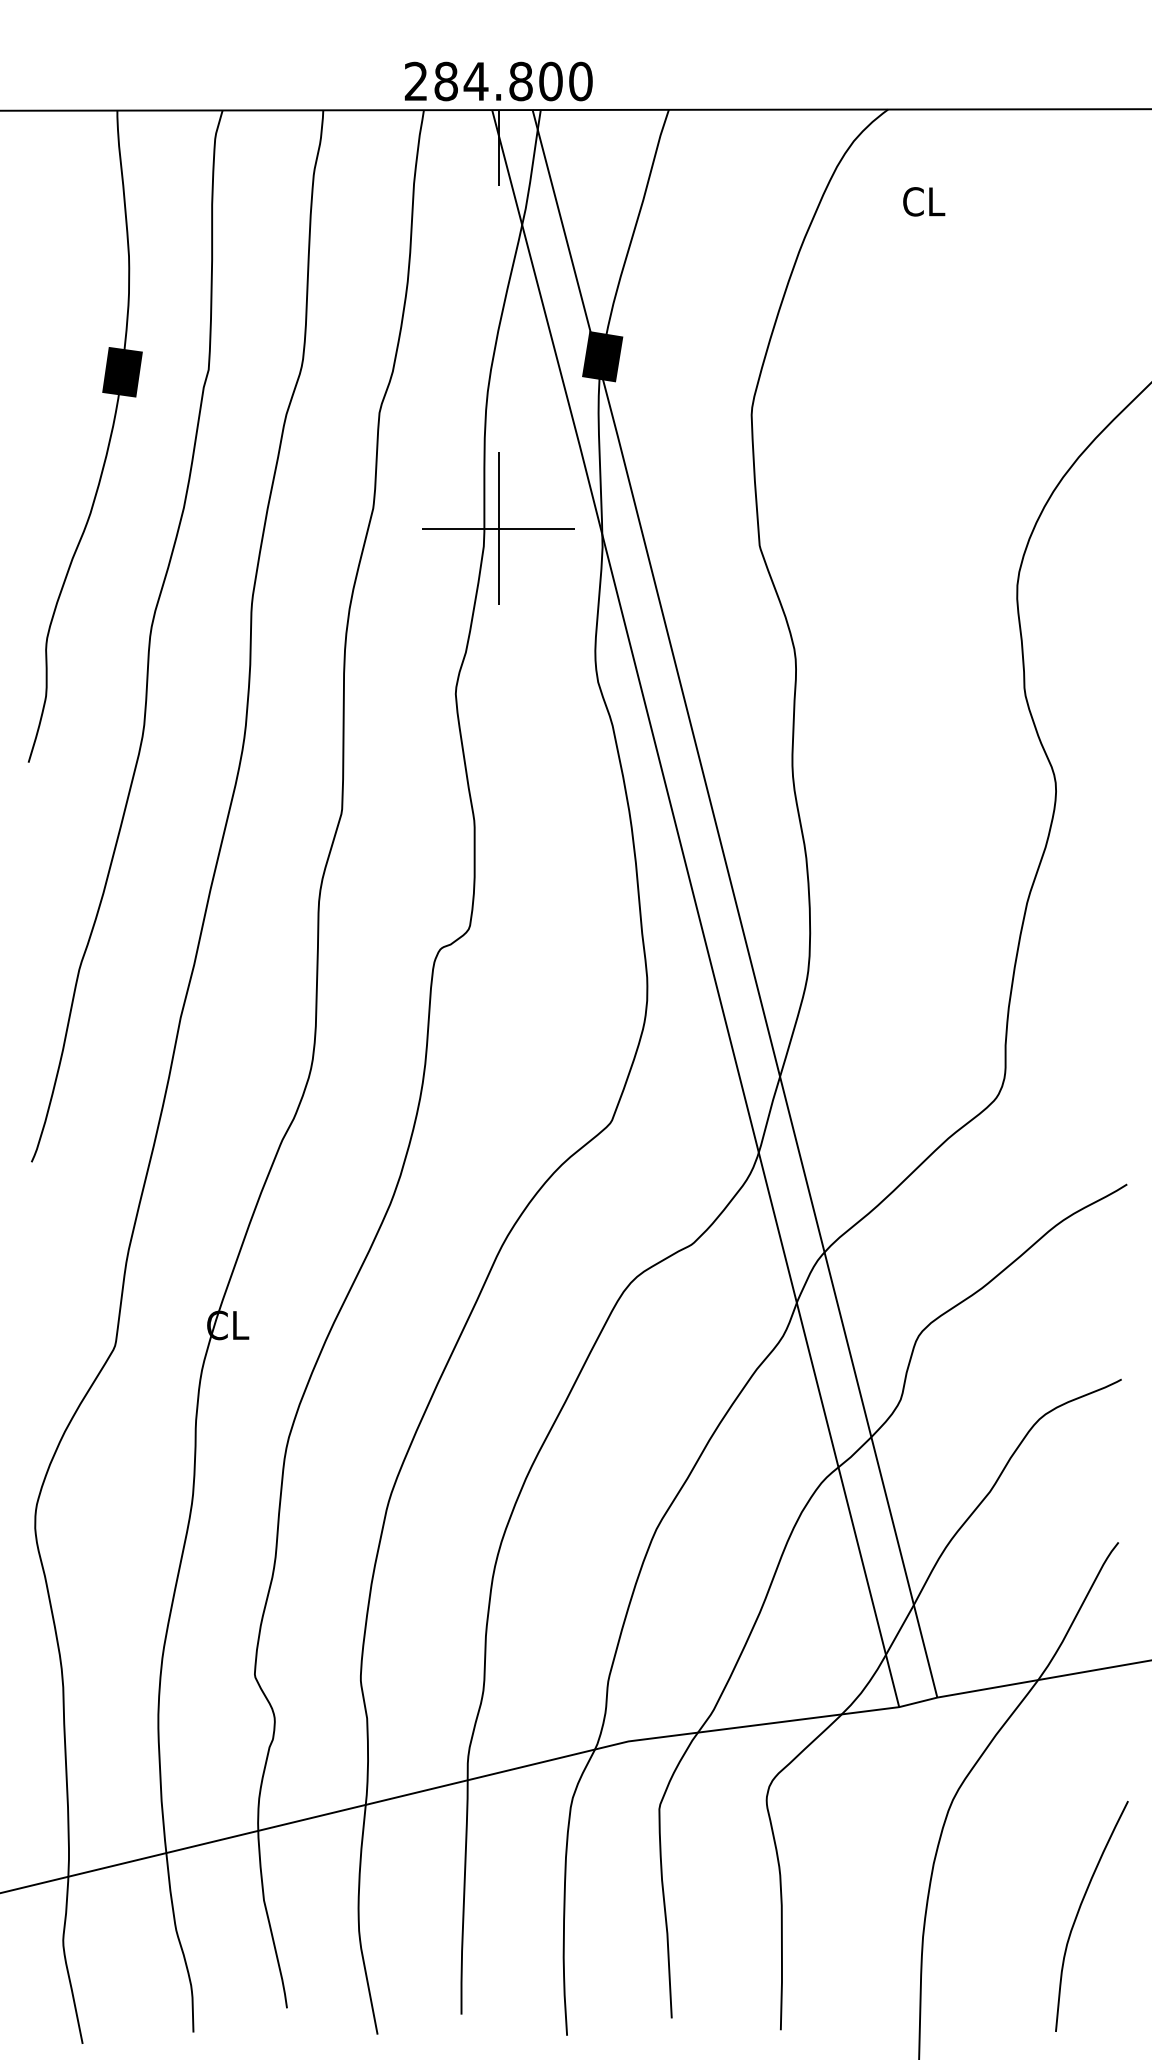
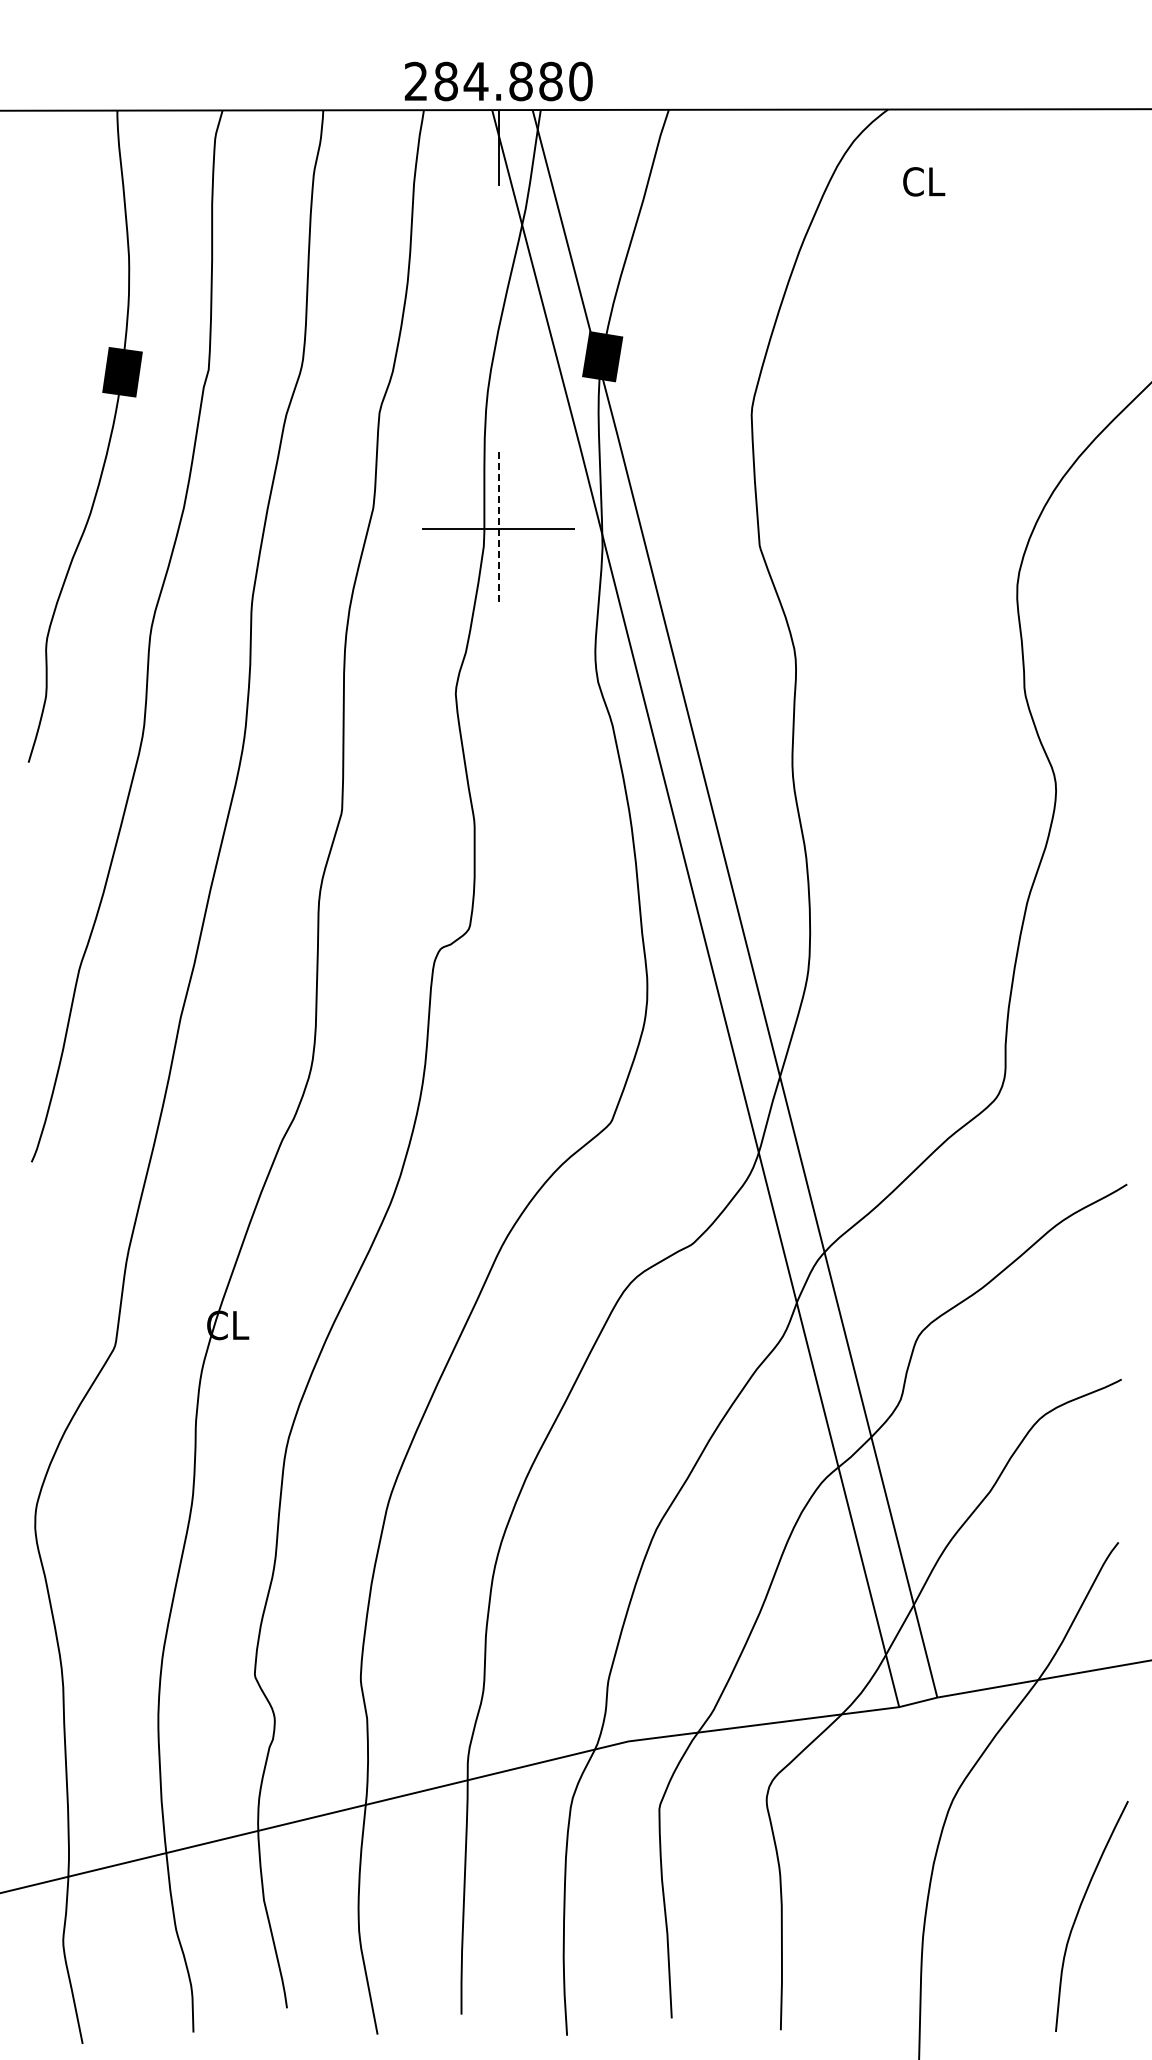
text at (550, 81): 284.800 -> 284.880
text at (924, 201) position: (924, 201) -> (924, 181)
line at (498, 529): solid -> dashed
